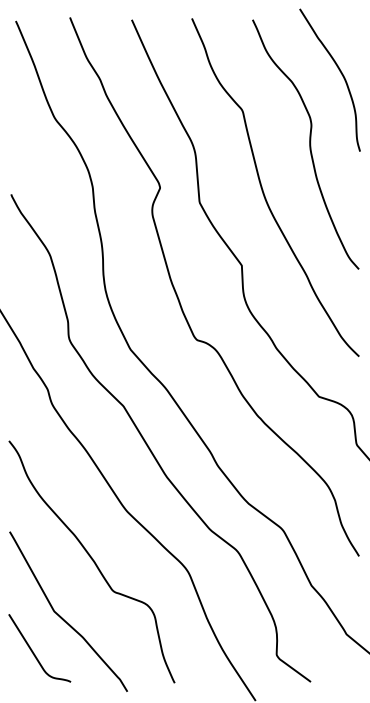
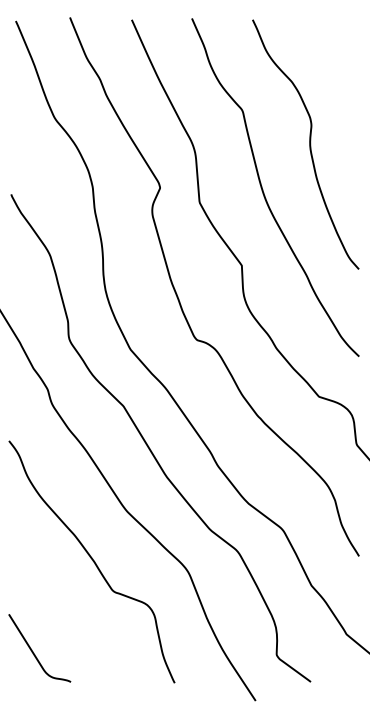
curve at (340, 73): present -> none
curve at (62, 617): present -> none
